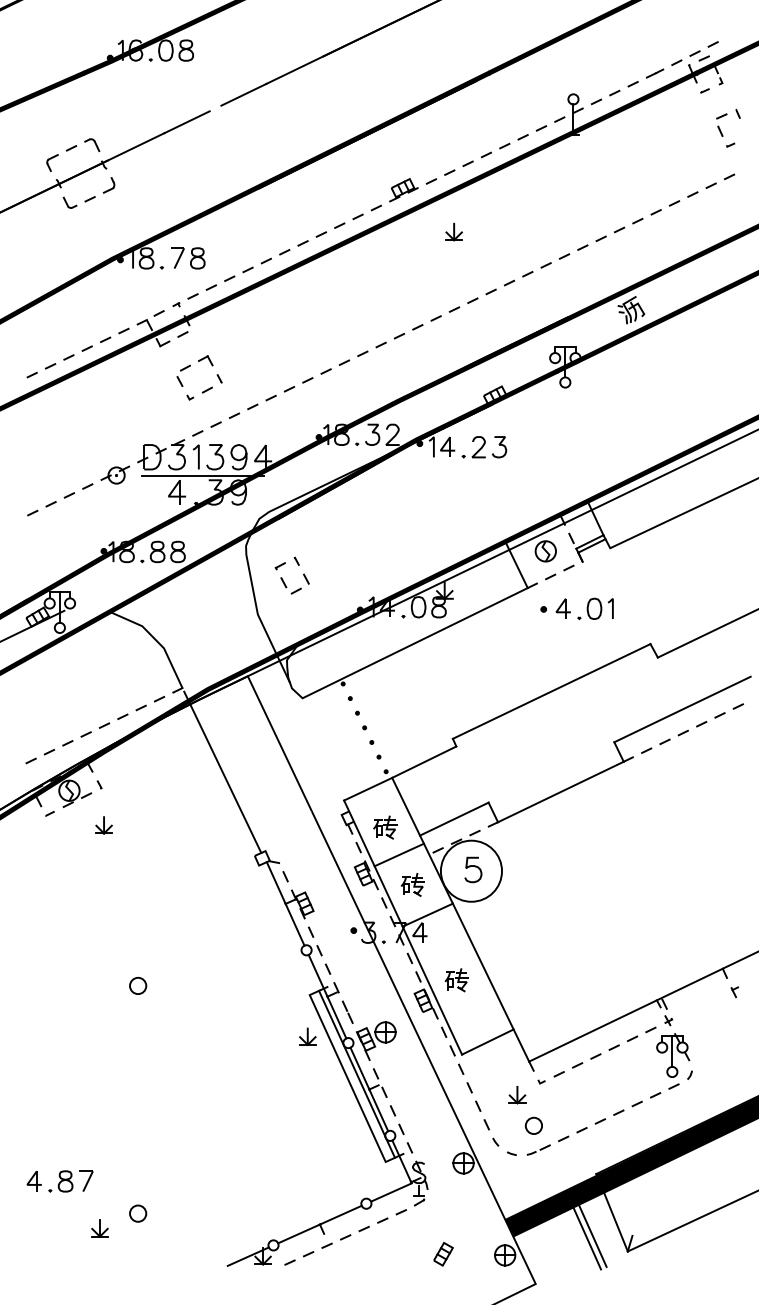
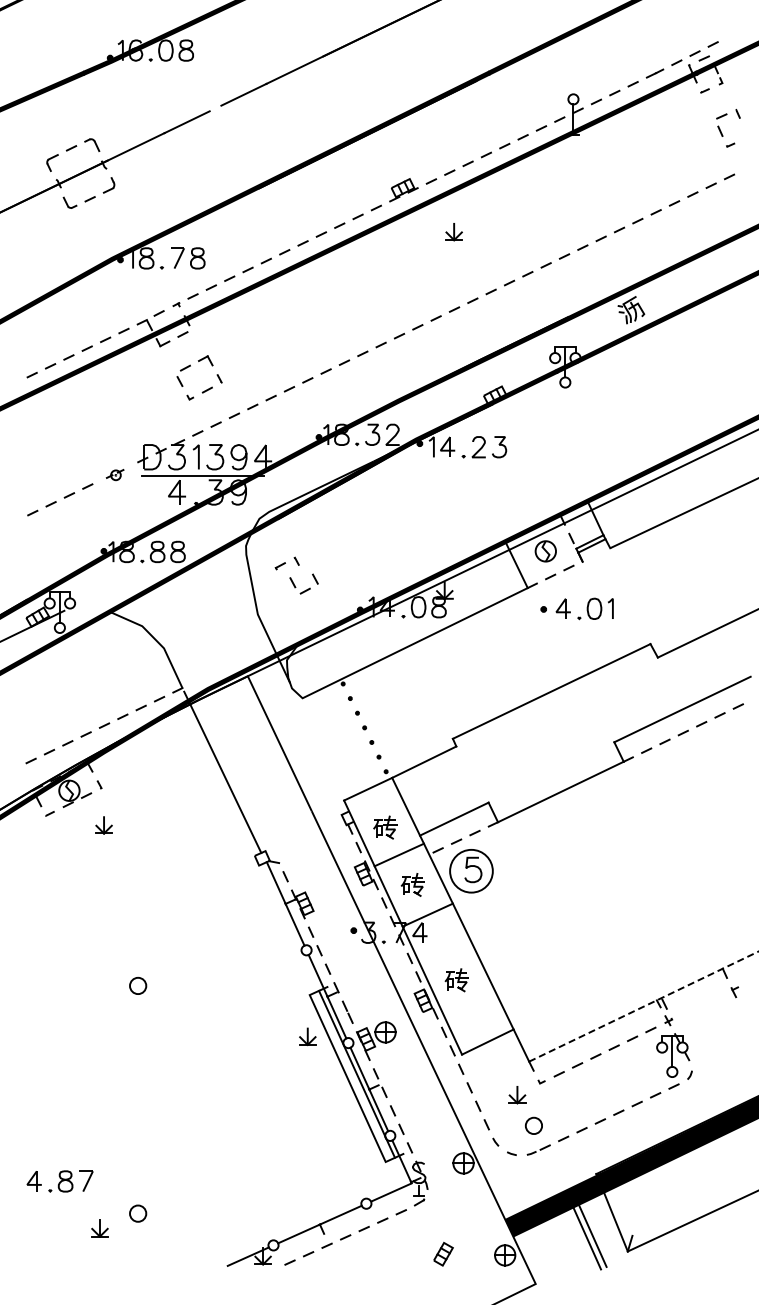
part at (114, 474) size: 30x20 px -> 20x13 px
part at (297, 589) position: (297, 589) -> (306, 589)
circle at (471, 870) diameter: 61 px -> 43 px
line at (644, 1006): solid -> dashed
